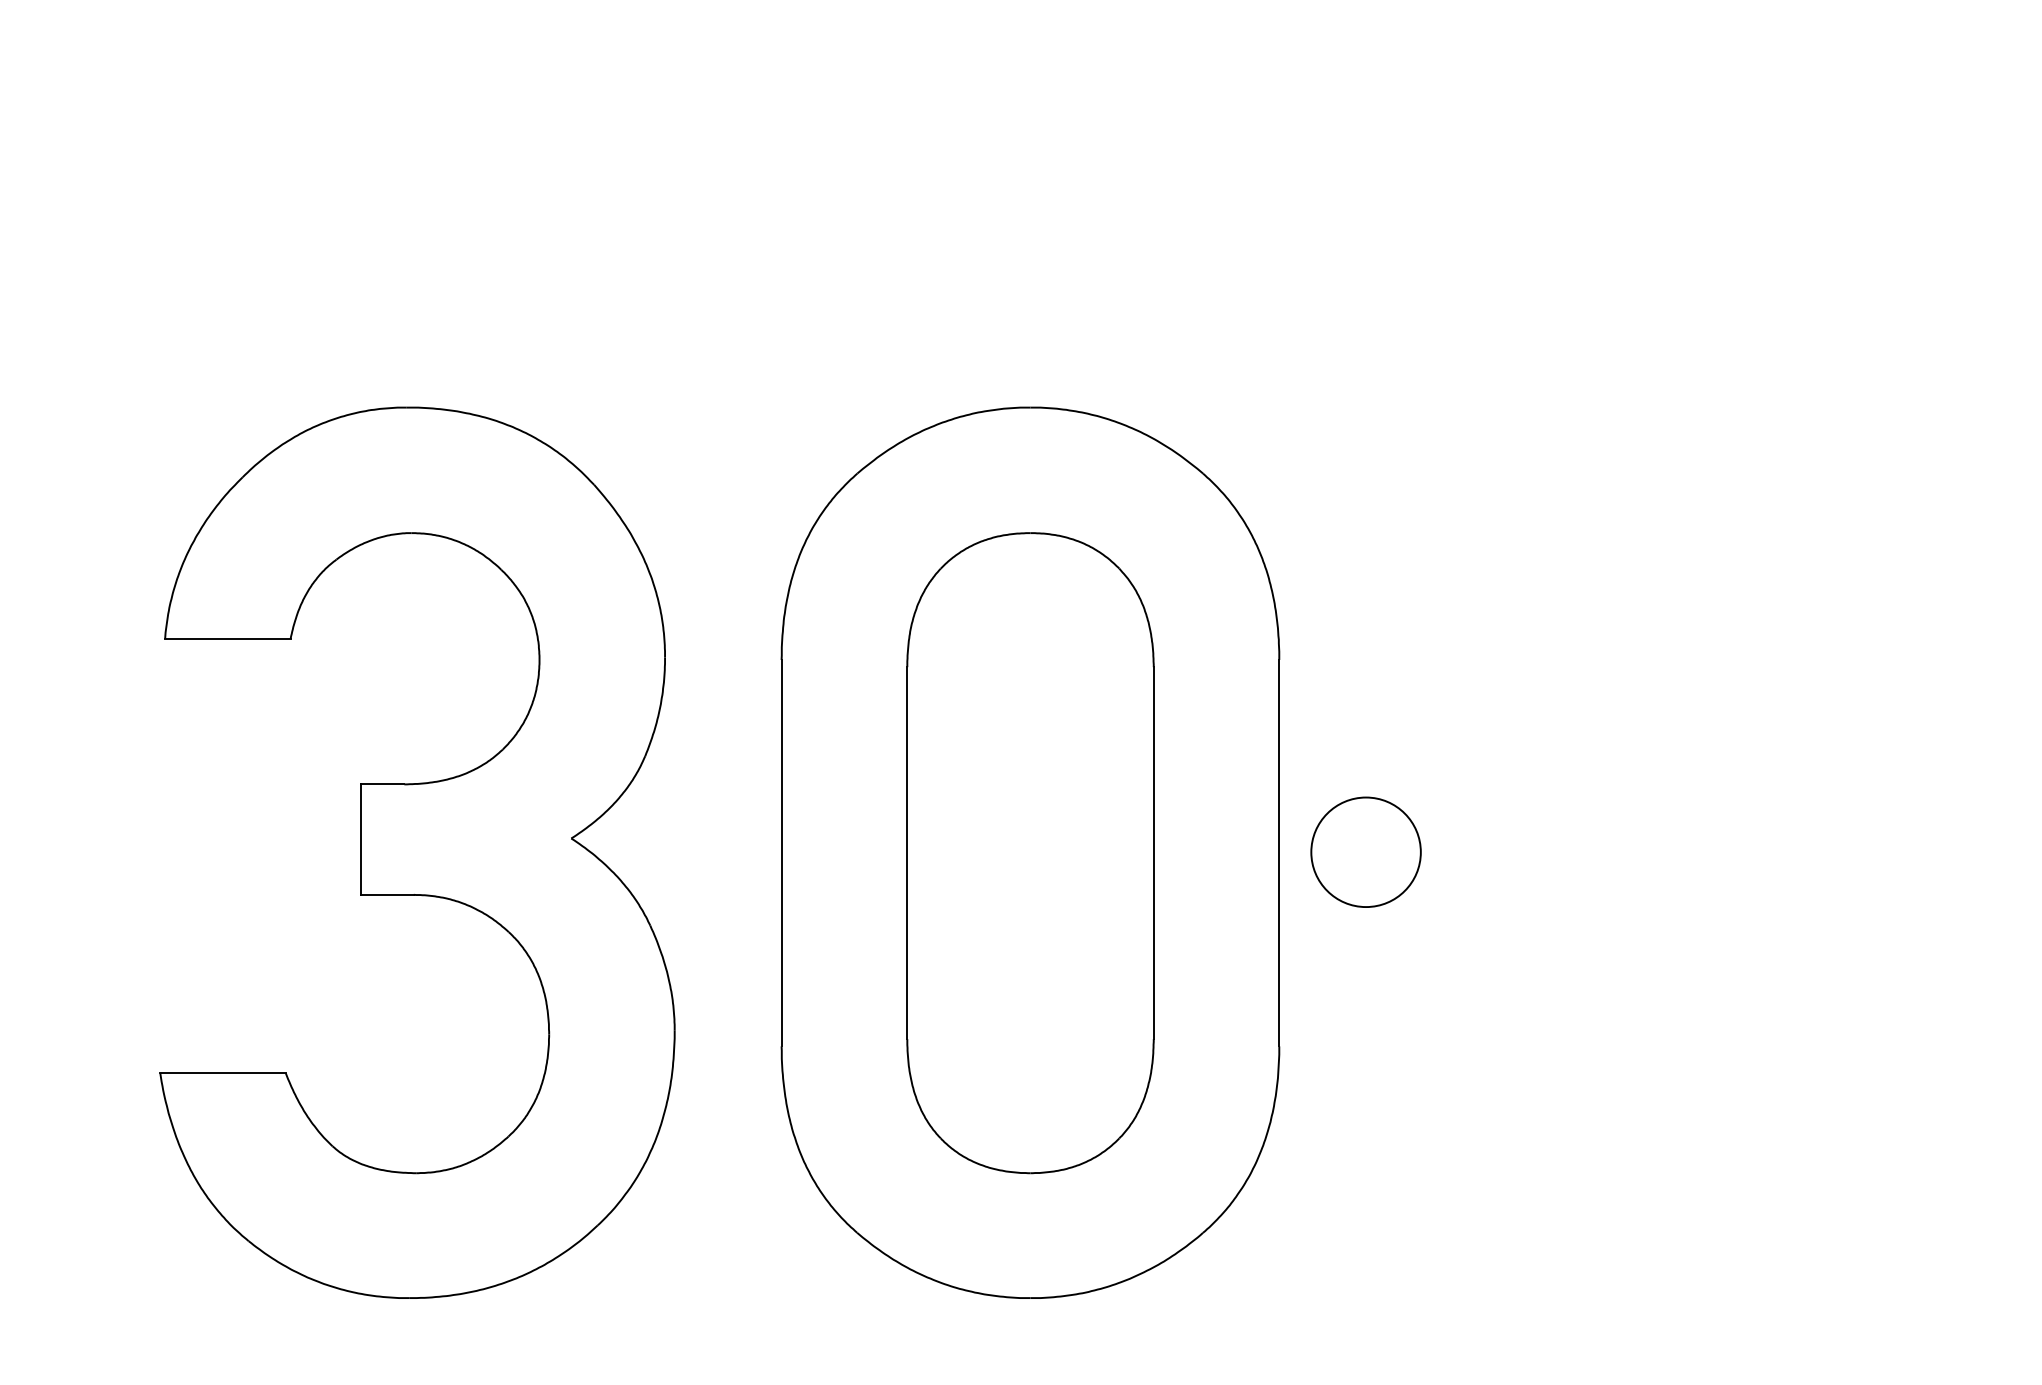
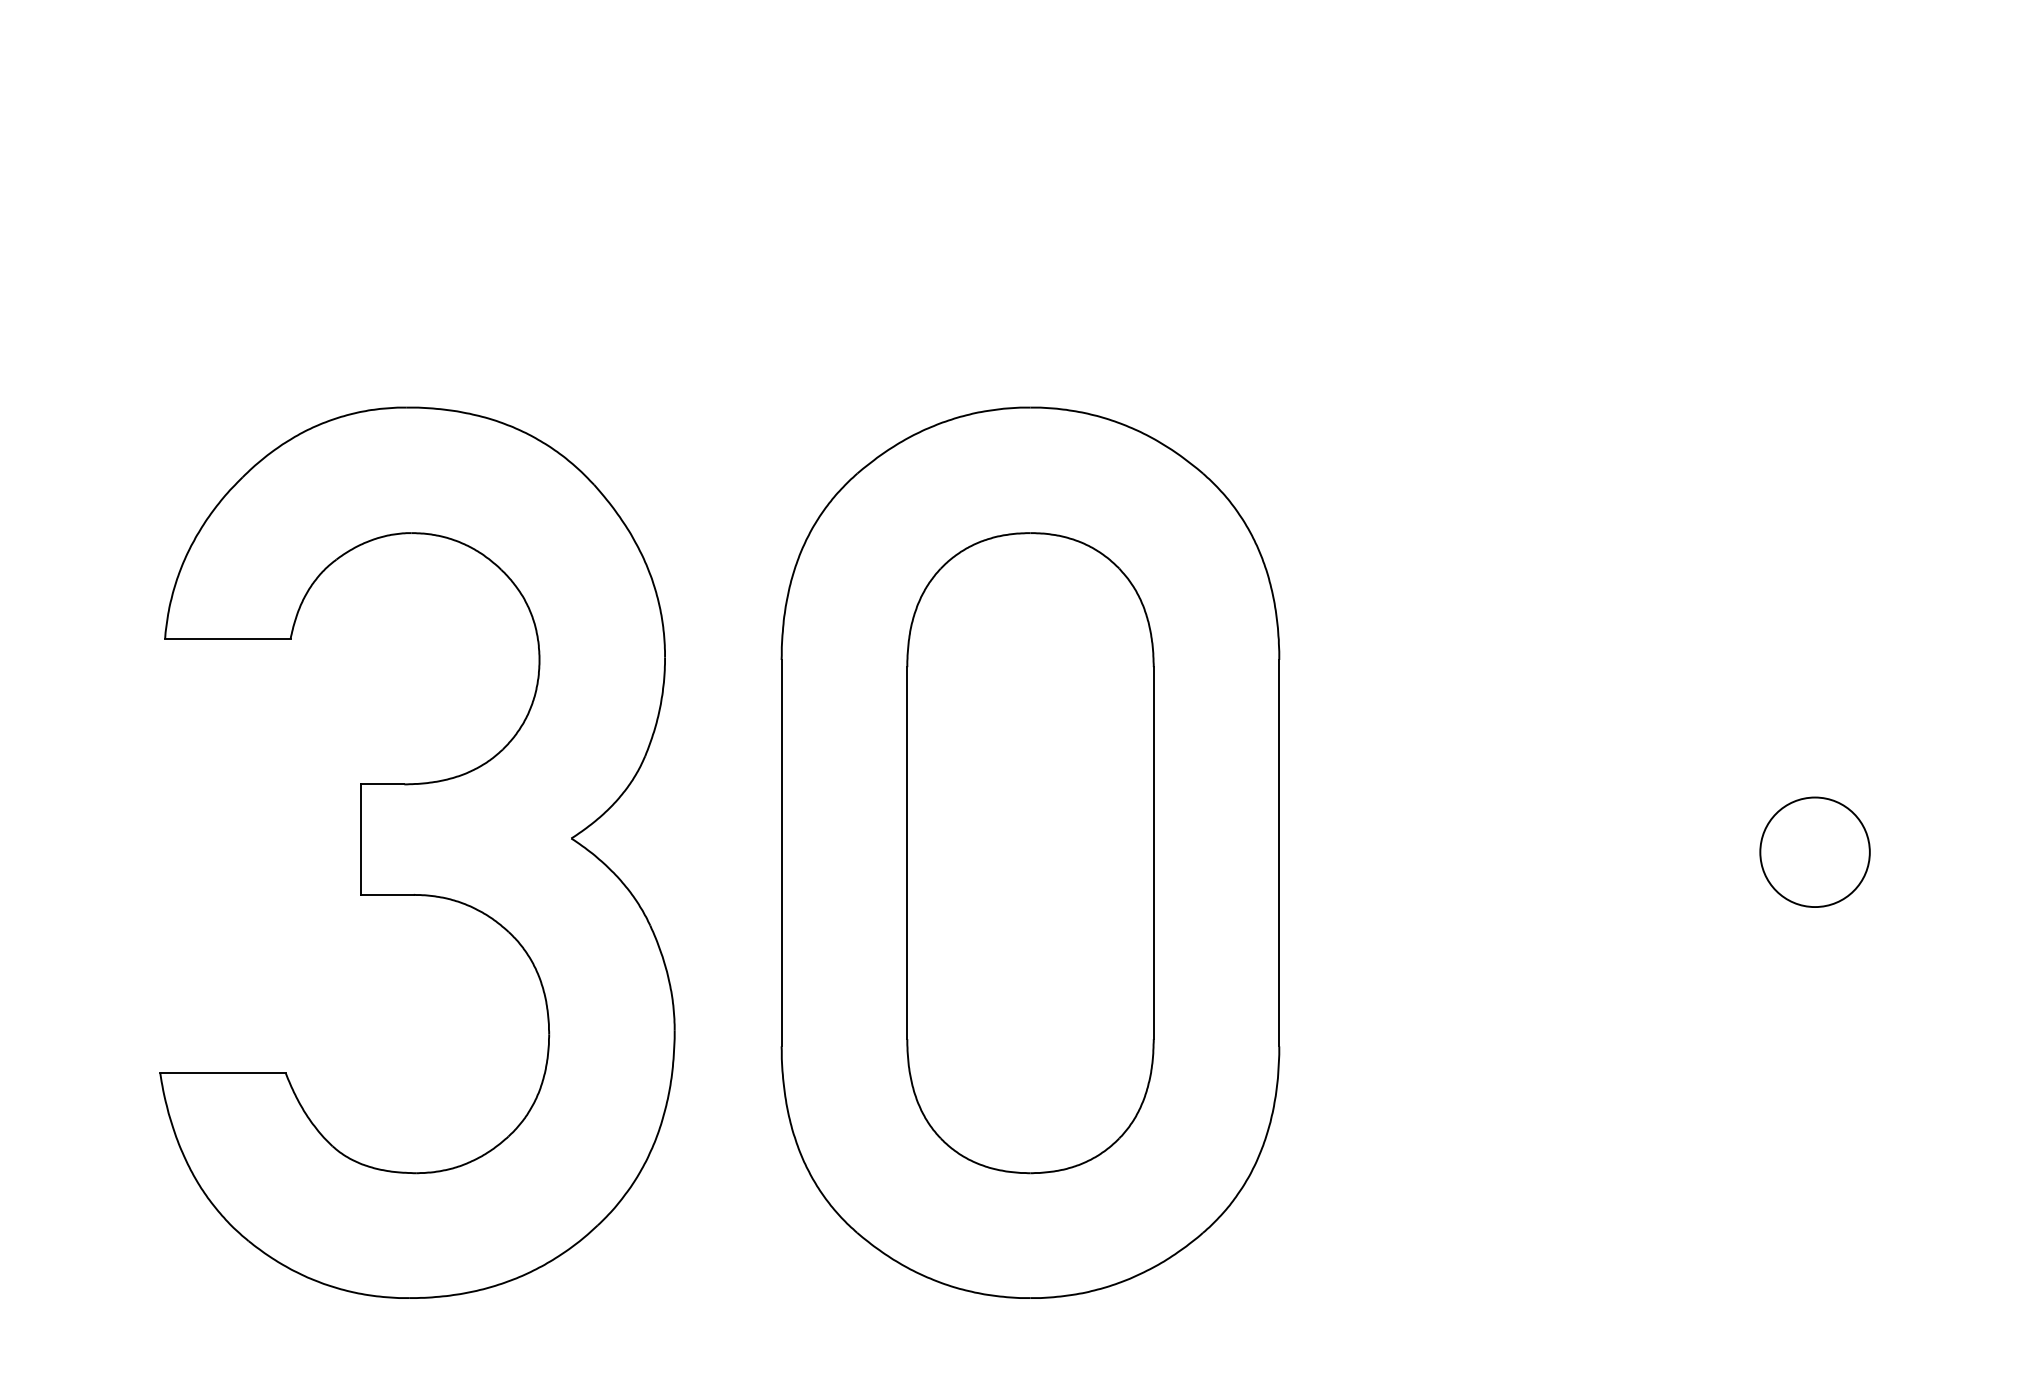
circle at (1365, 851) position: (1365, 851) -> (1814, 851)
